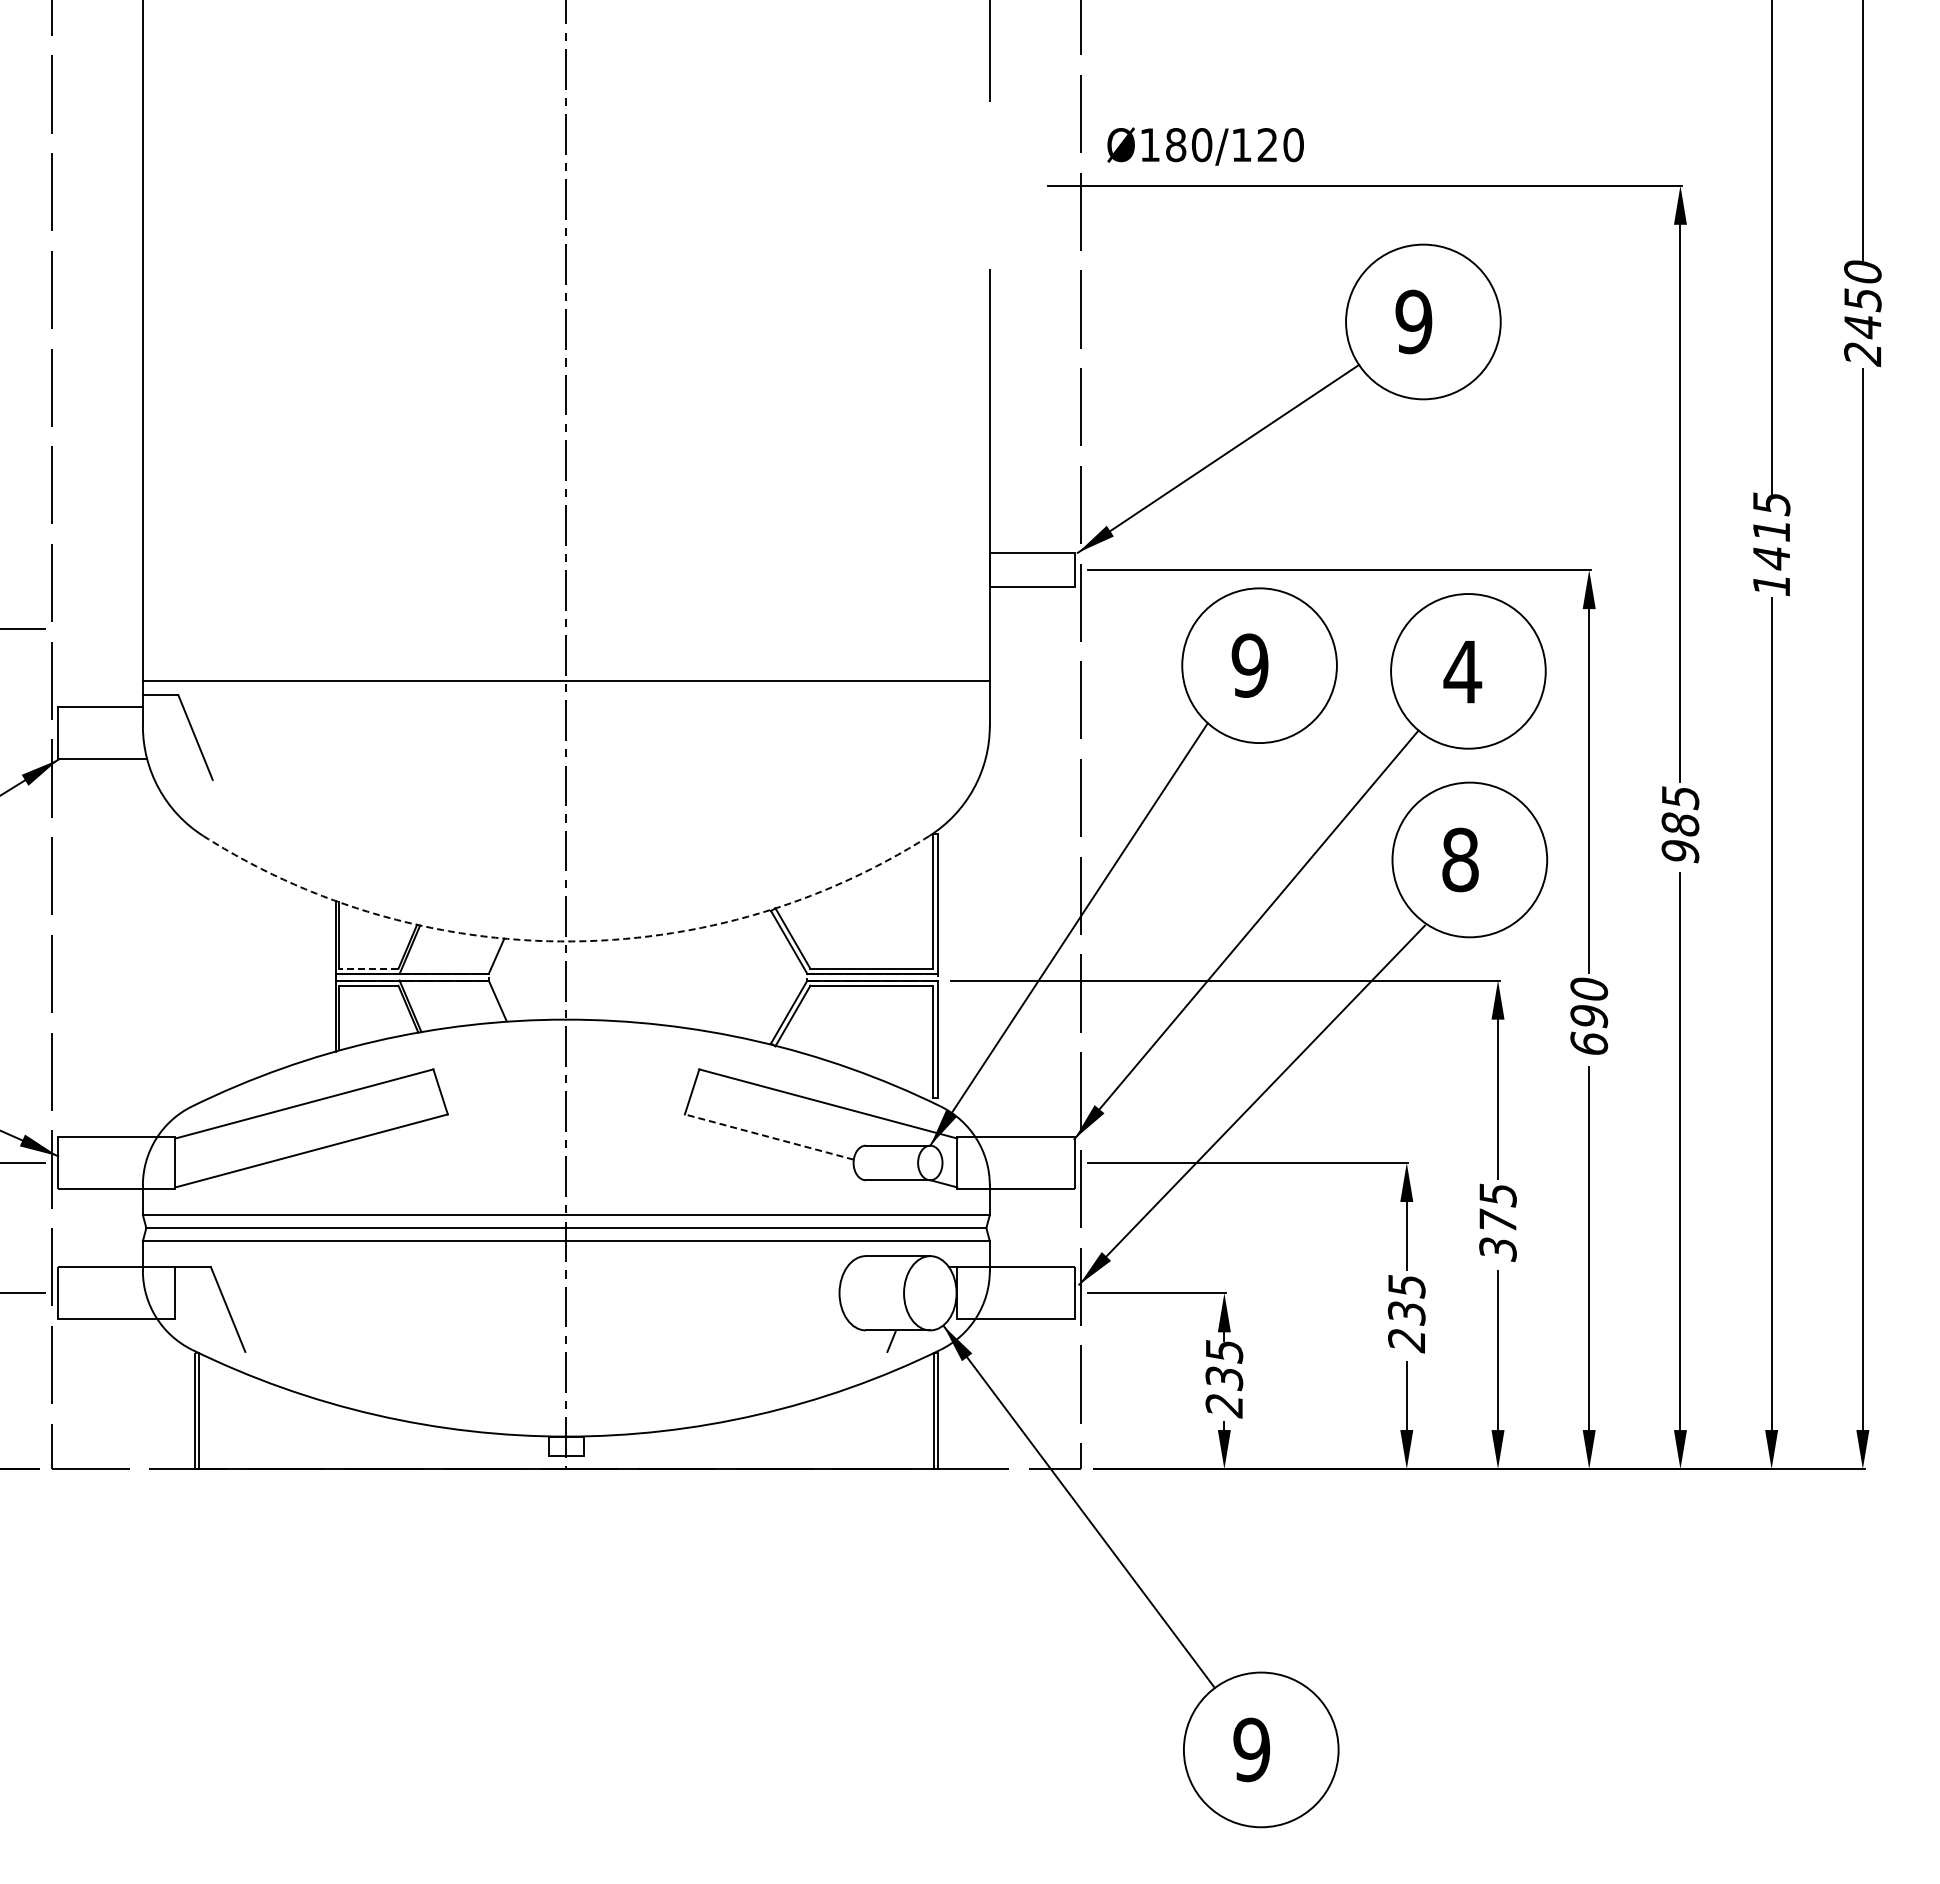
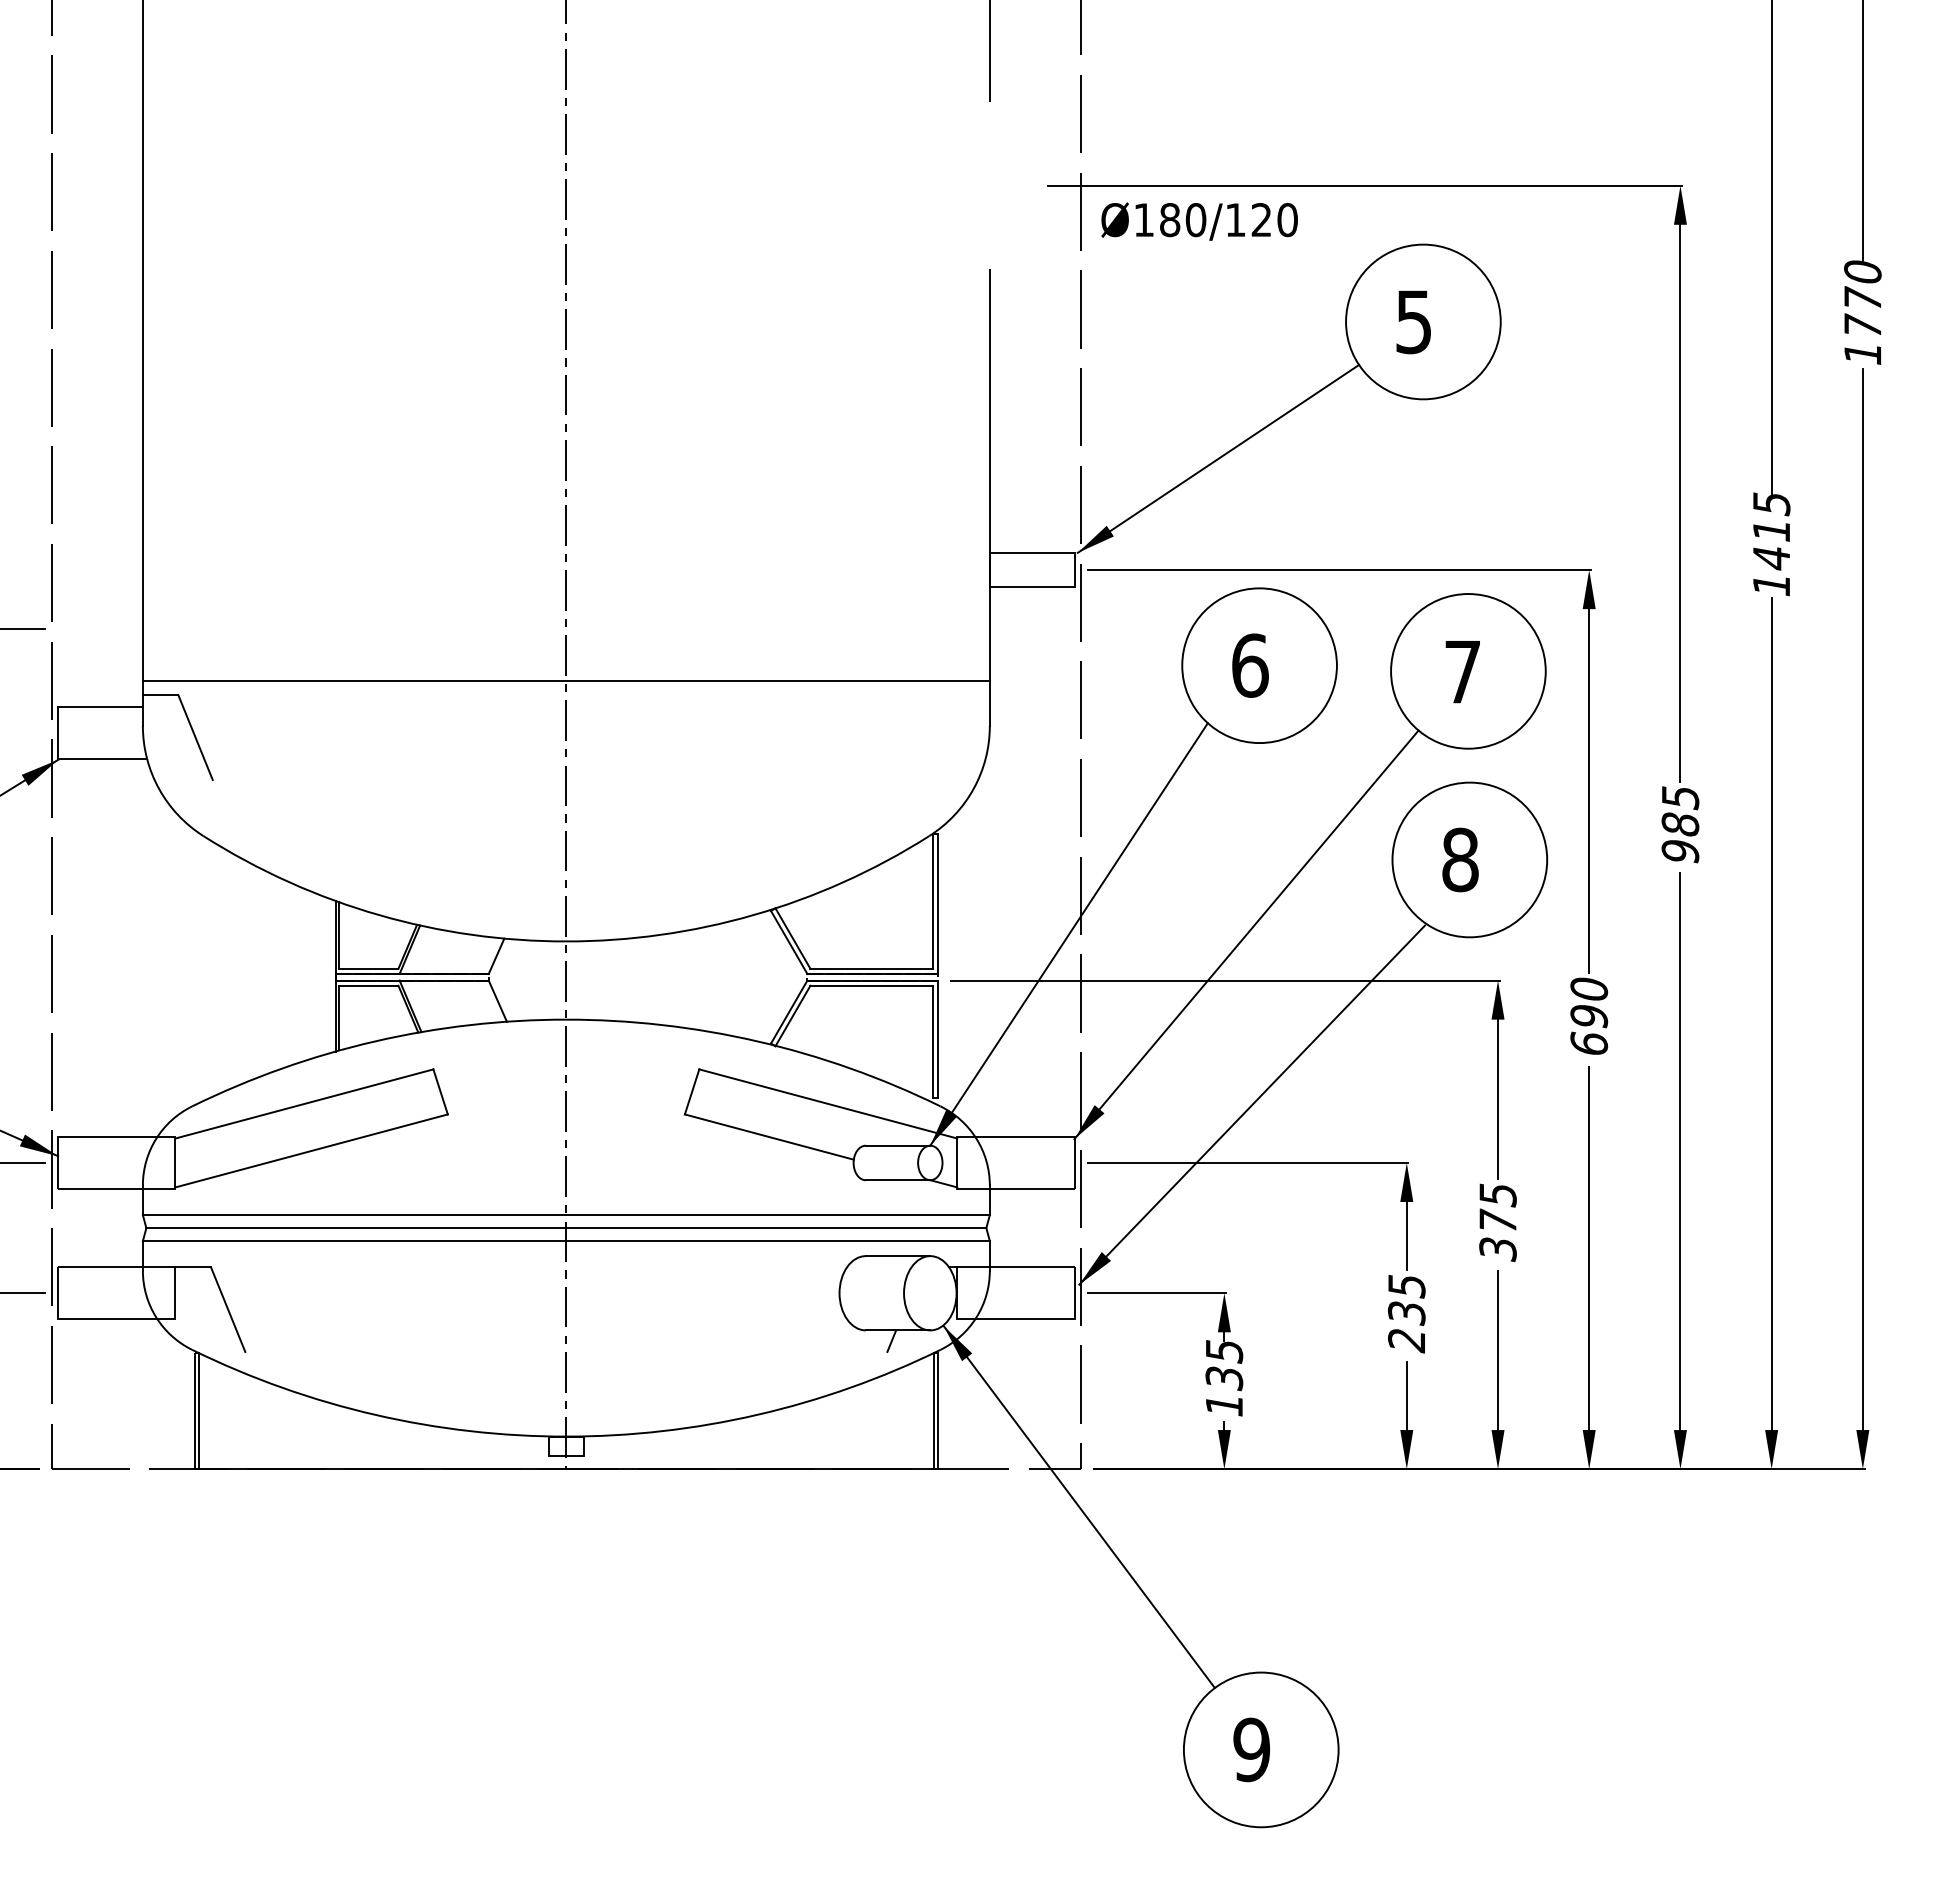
text at (1205, 146) position: (1205, 146) -> (1199, 221)
text at (1413, 321): 9 -> 5
text at (1862, 326): 2450 -> 1770
text at (1249, 665): 9 -> 6
text at (1462, 672): 4 -> 7
arc at (566, 941): dashed -> solid
line at (368, 968): dashed -> solid
line at (768, 1136): dashed -> solid
text at (1223, 1406): 235 -> 135
